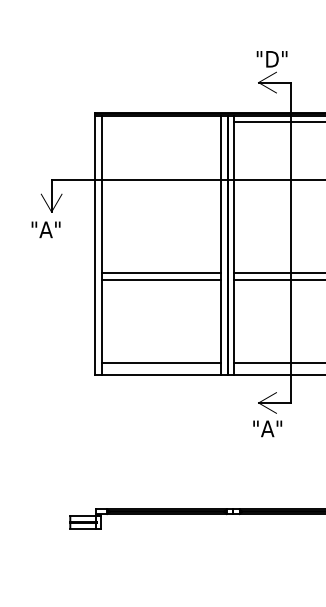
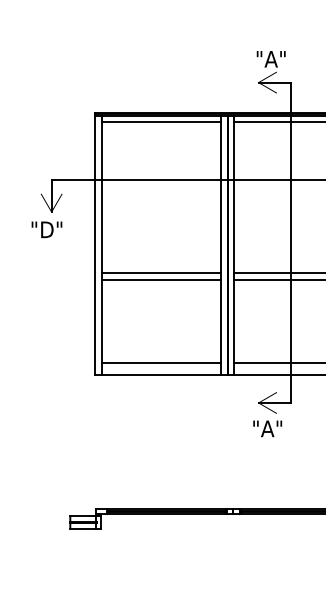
text at (275, 59): "D" -> "A"
line at (161, 121): none -> present
text at (50, 229): "A" -> "D"
